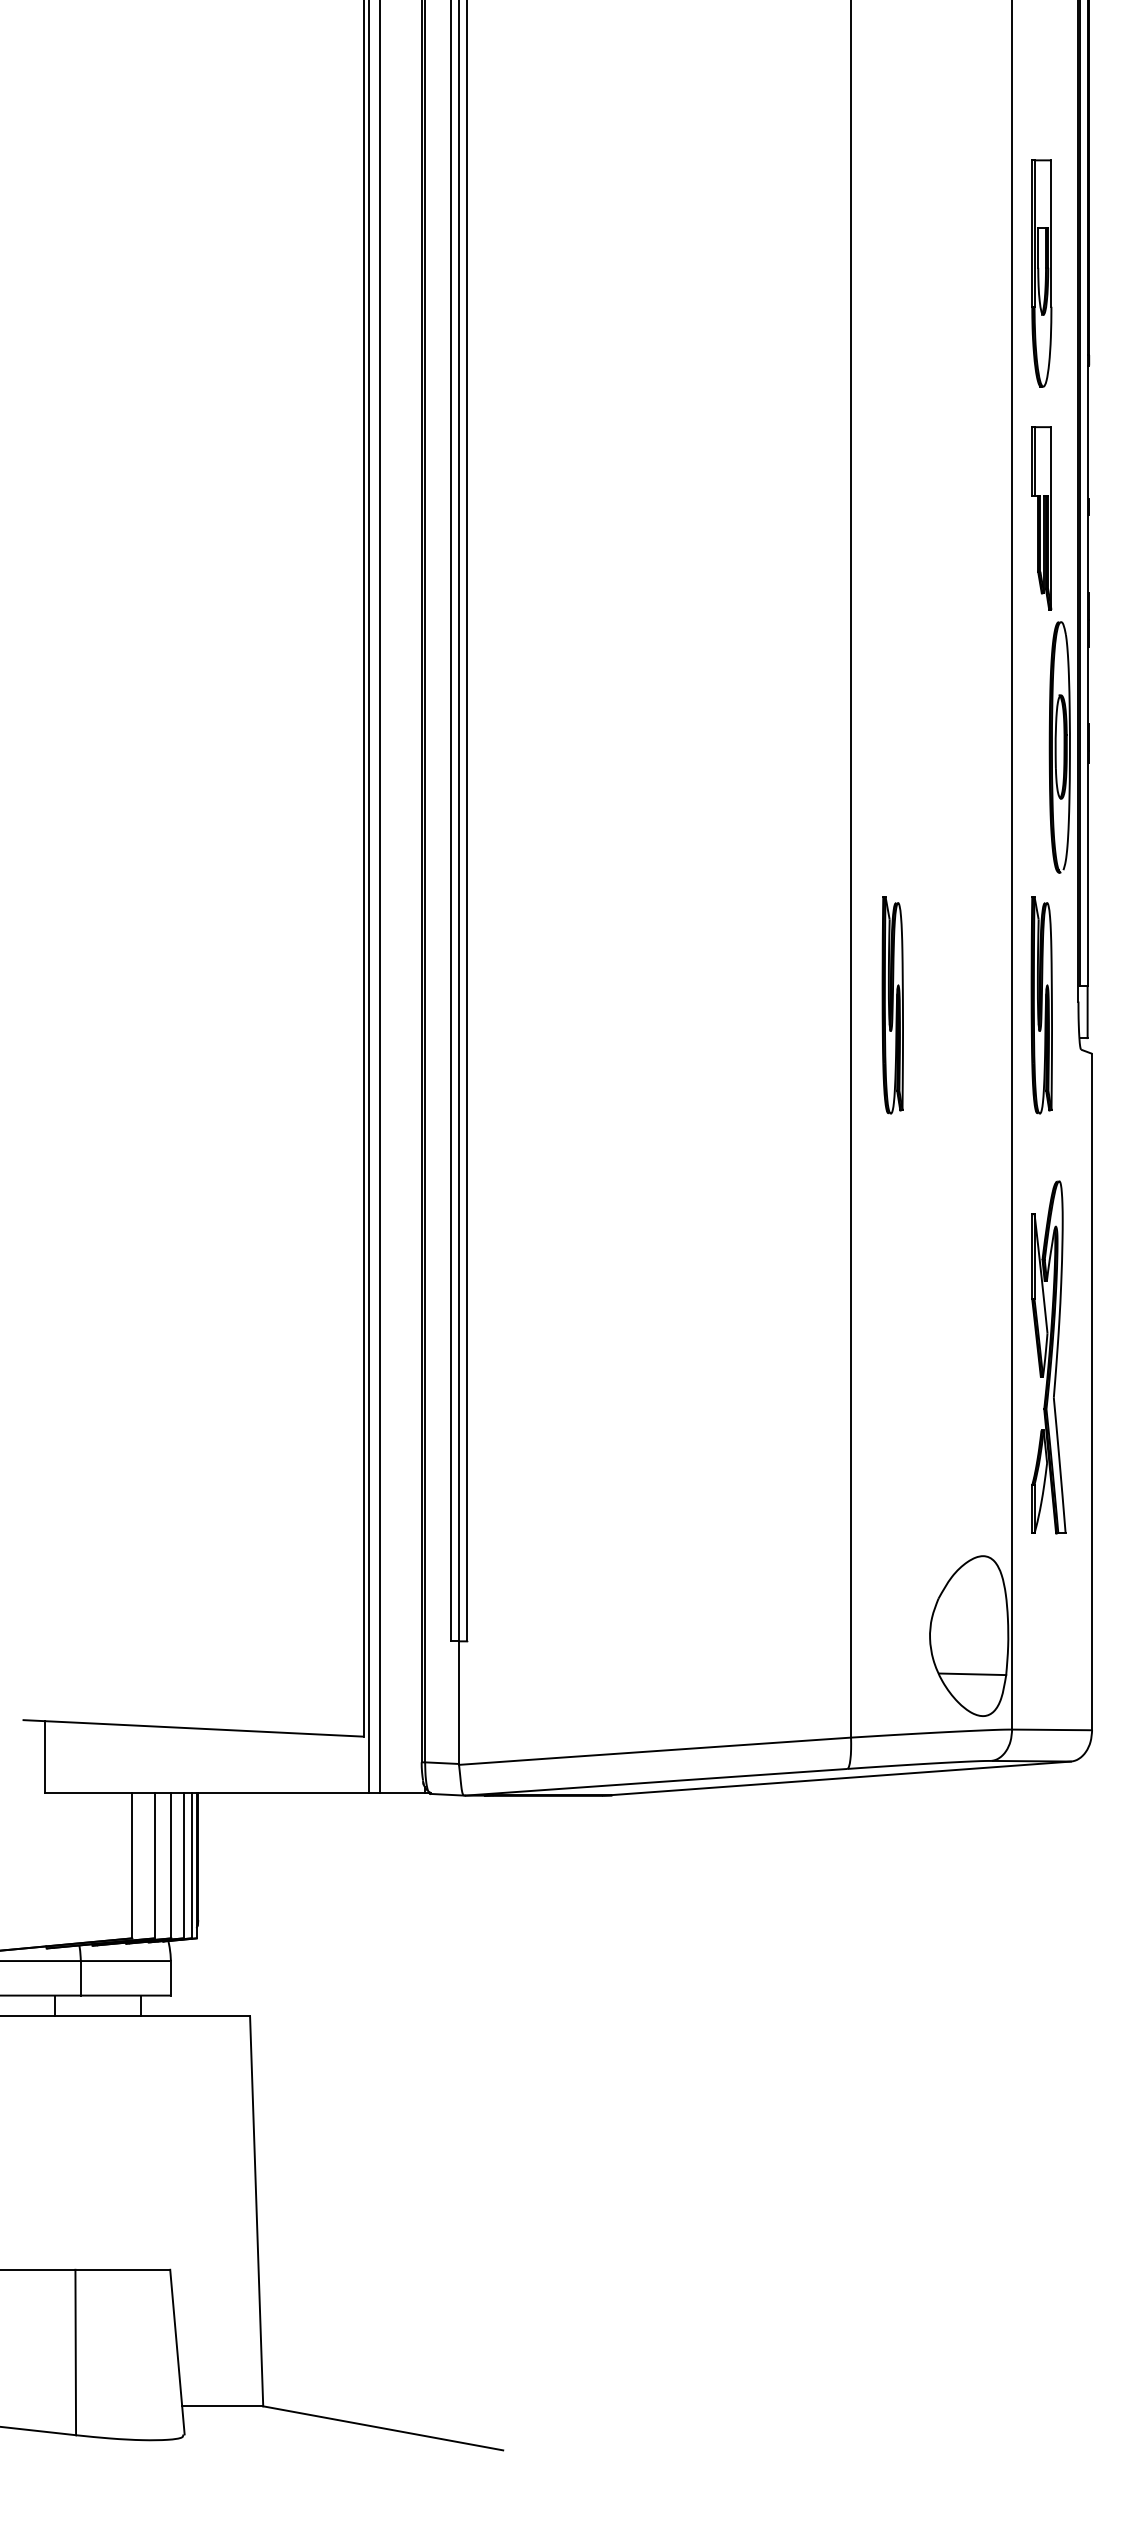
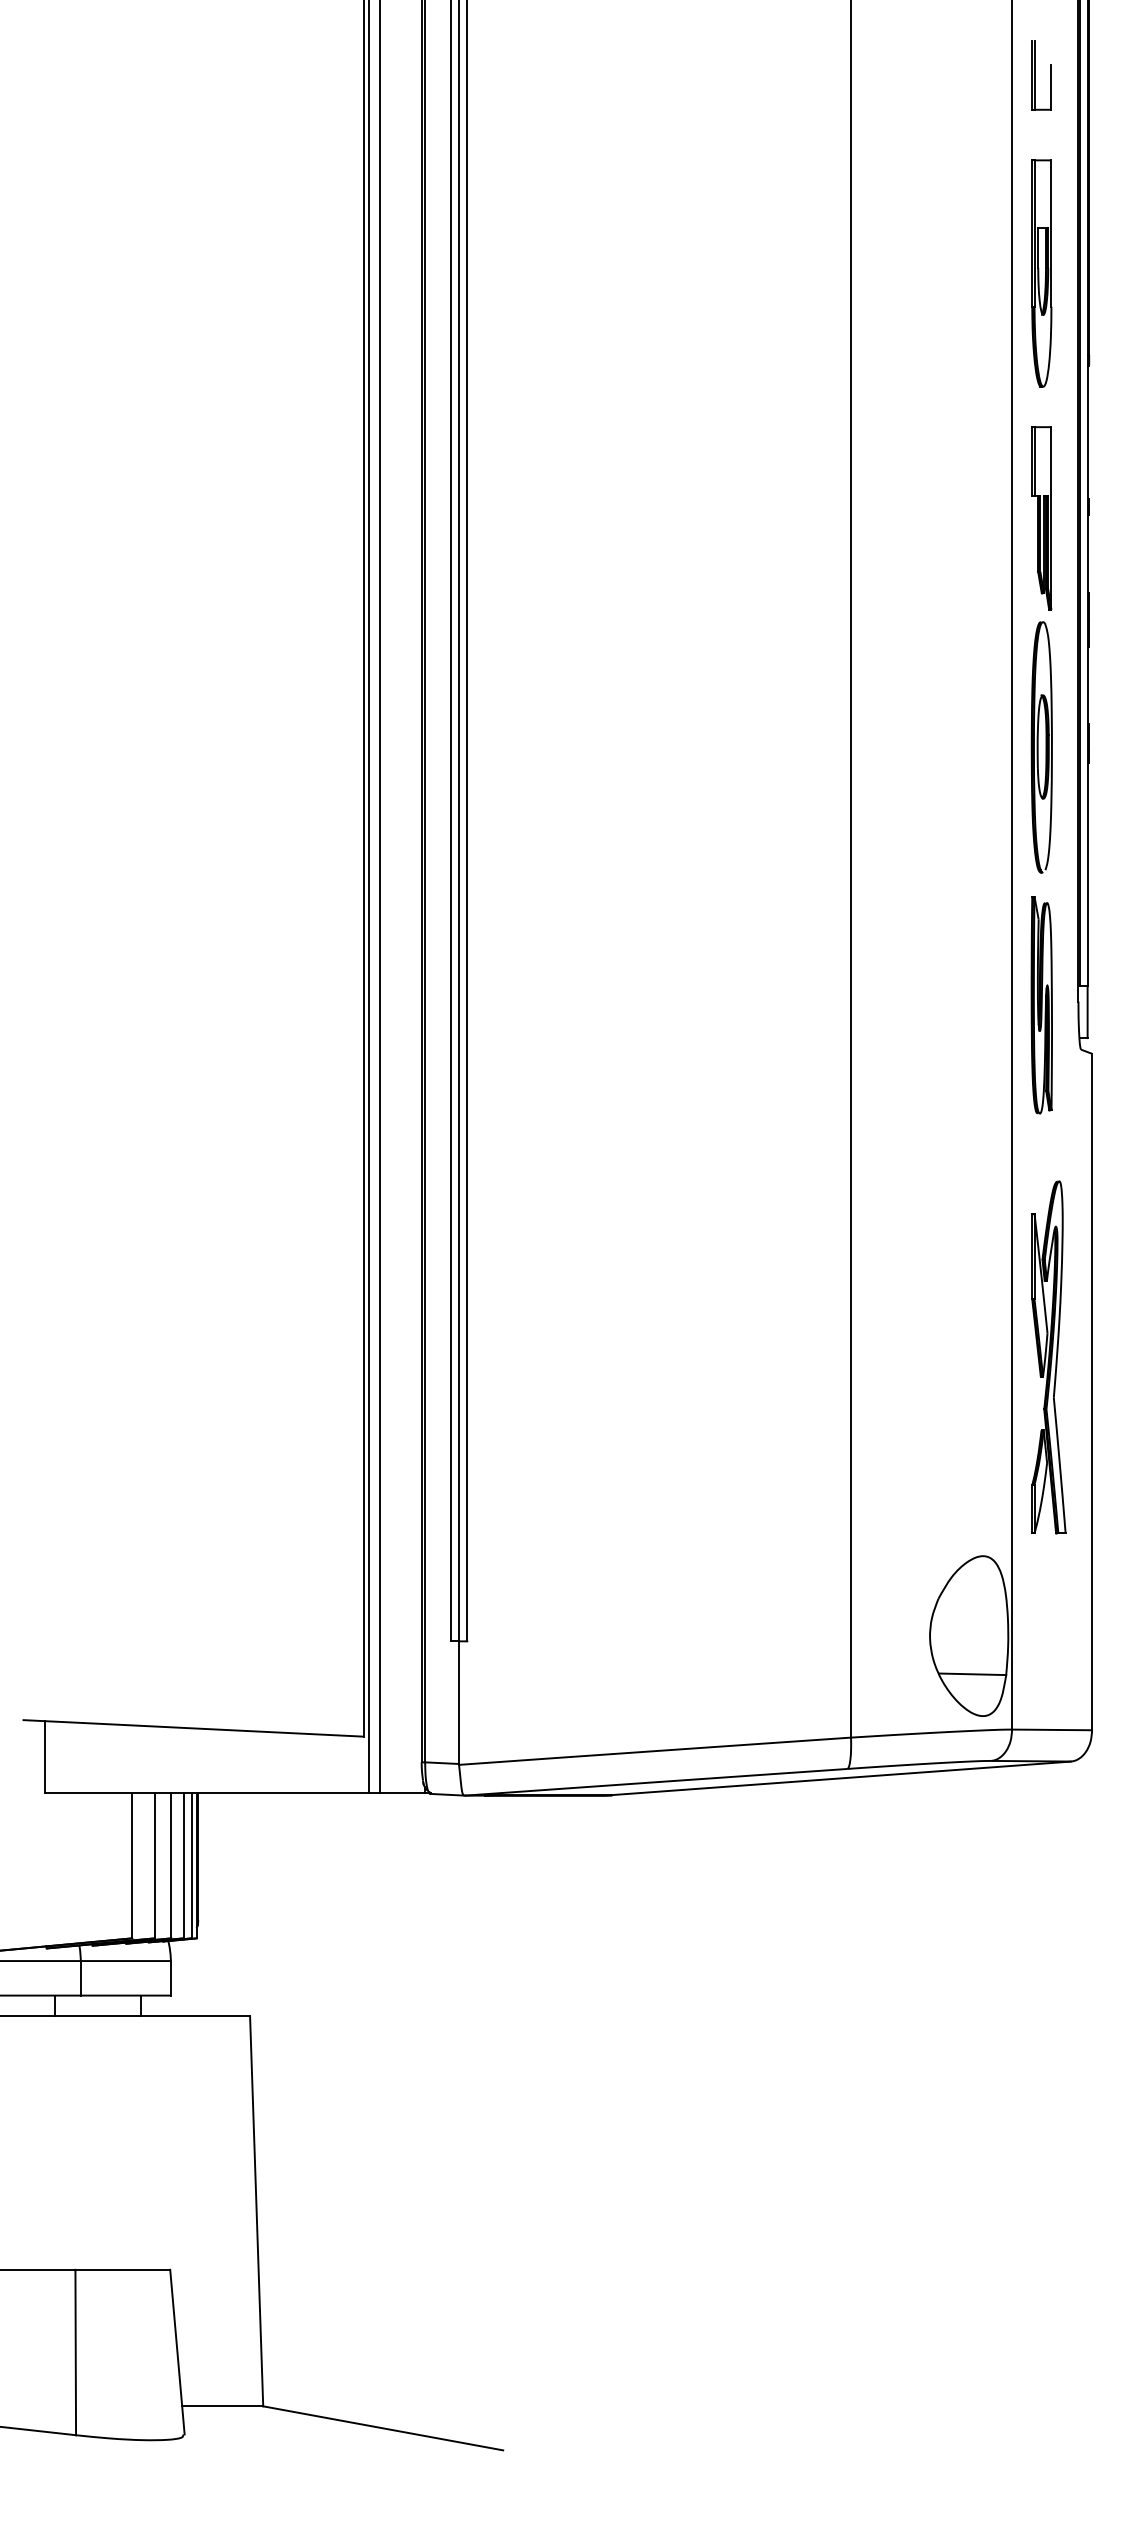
part at (1041, 75): none -> present
part at (1059, 747) position: (1059, 747) -> (1041, 747)
part at (892, 1005): present -> none
